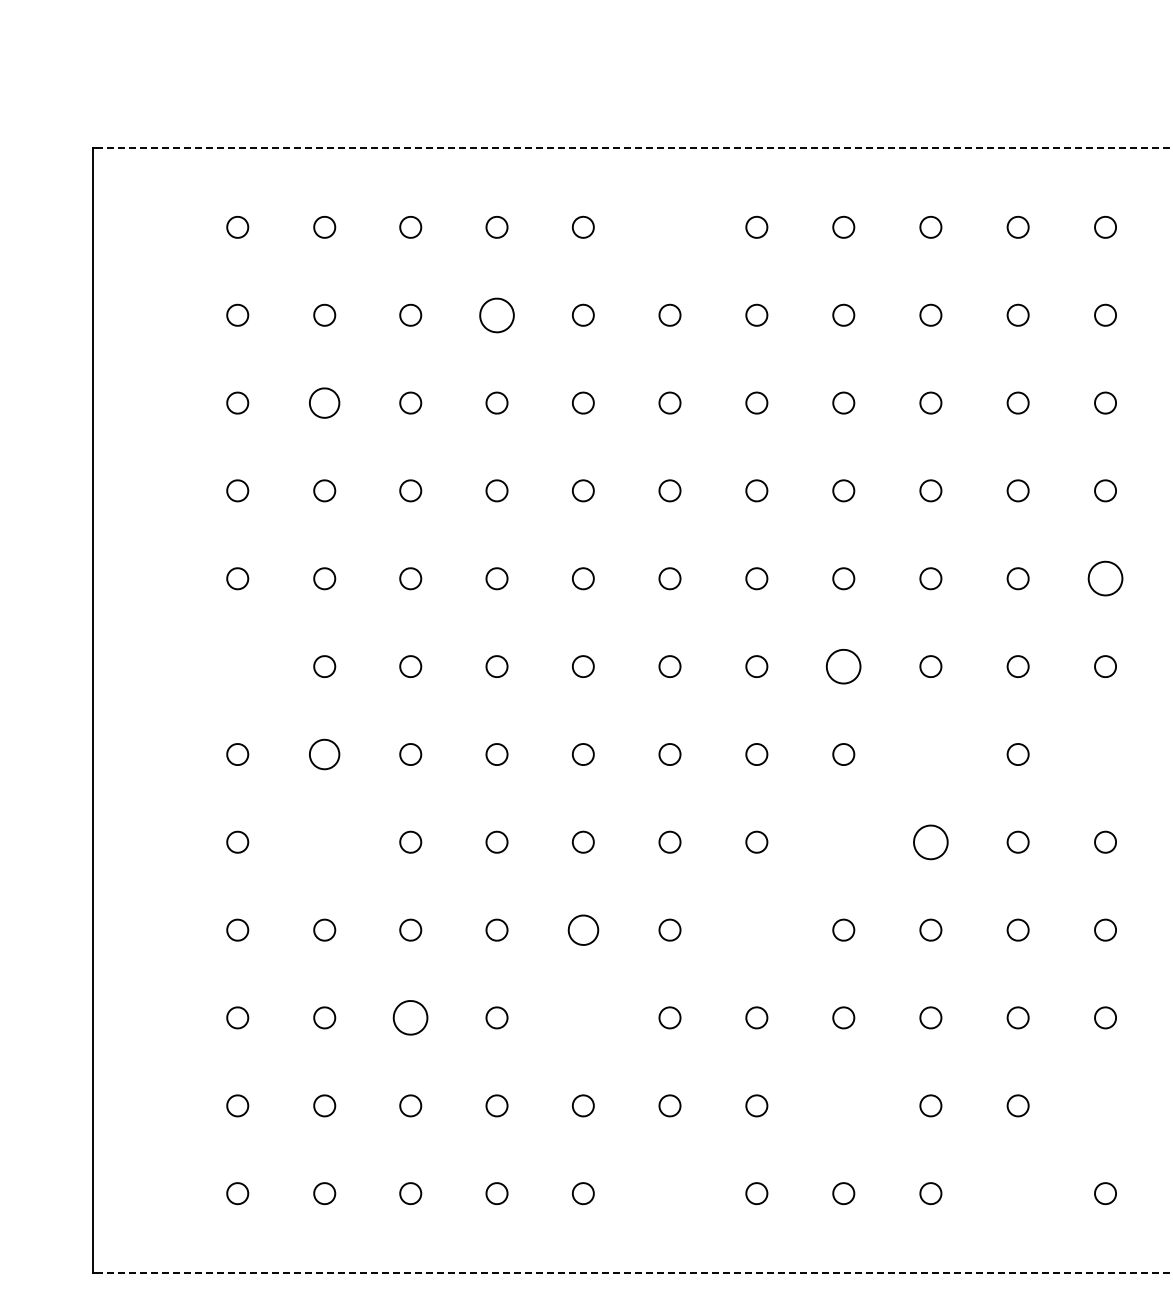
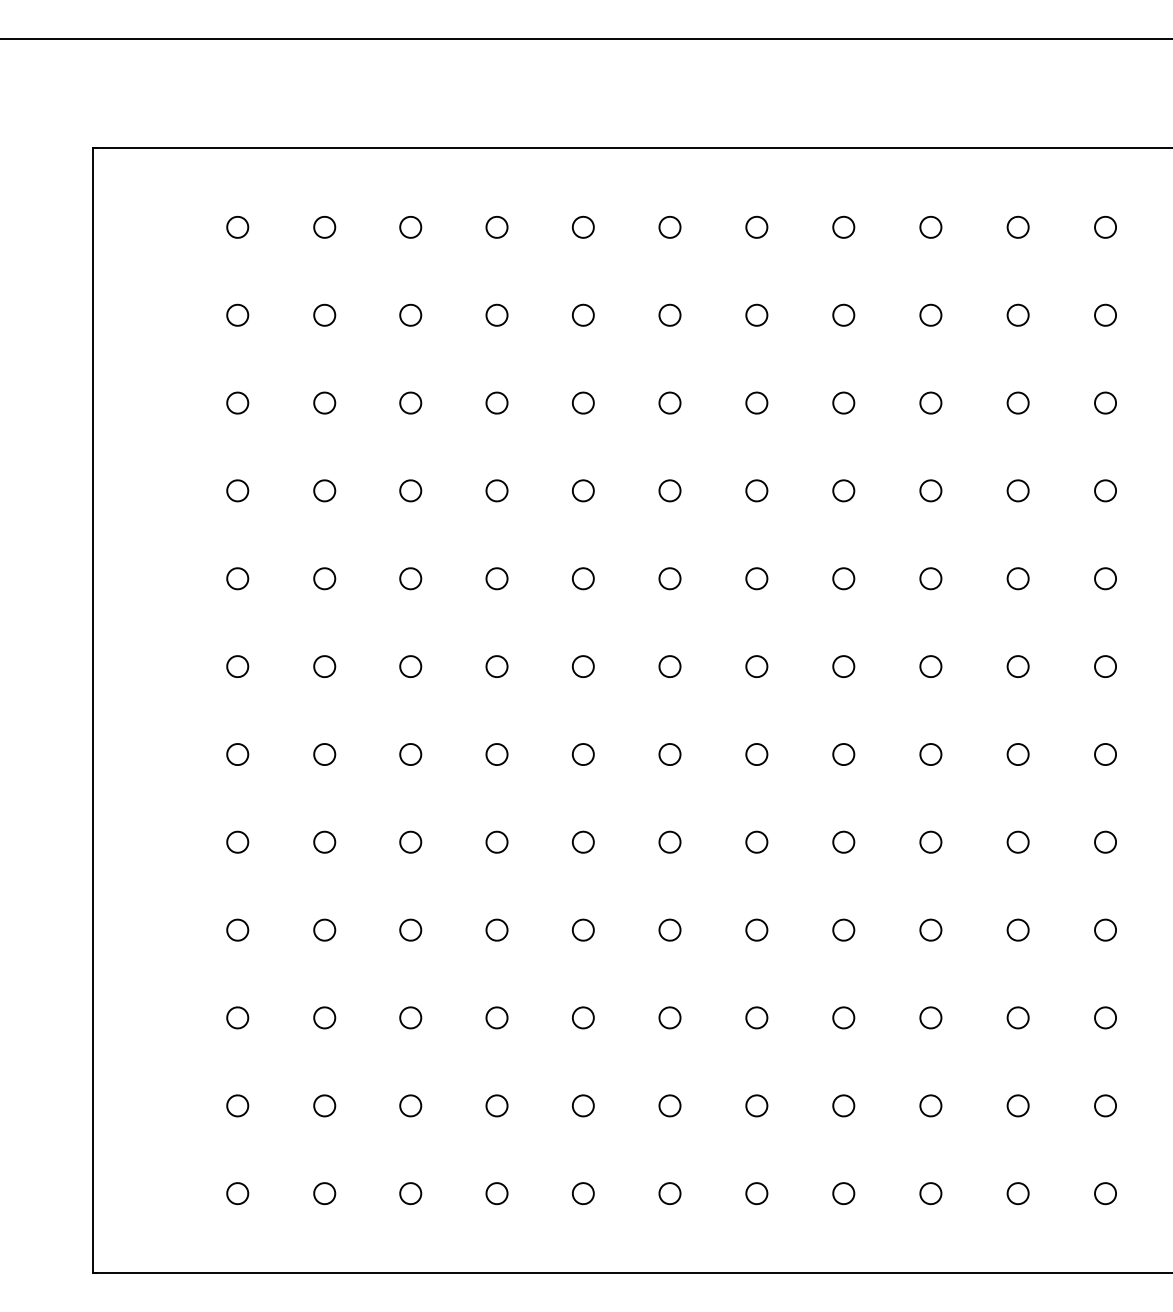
line at (585, 39): none -> present
line at (634, 148): dashed -> solid
part at (669, 226): none -> present
part at (496, 315) size: 36x37 px -> 24x24 px
part at (324, 402) size: 32x32 px -> 24x24 px
part at (1105, 578) size: 37x37 px -> 23x24 px
part at (237, 666): none -> present
part at (843, 666) size: 37x36 px -> 24x23 px
part at (324, 754) size: 32x33 px -> 24x23 px
part at (930, 754): none -> present
part at (1105, 754): none -> present
part at (324, 841): none -> present
part at (843, 841): none -> present
part at (930, 842) size: 36x37 px -> 24x24 px
part at (583, 929) size: 33x32 px -> 24x24 px
part at (756, 929): none -> present
part at (410, 1017) size: 37x36 px -> 24x24 px
part at (583, 1017): none -> present
part at (843, 1105): none -> present
part at (1105, 1105): none -> present
part at (669, 1193): none -> present
part at (1017, 1193): none -> present
line at (634, 1272): dashed -> solid
